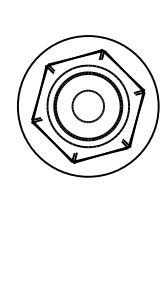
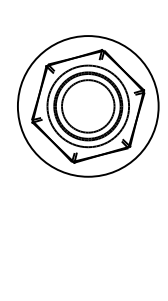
circle at (88, 106) diameter: 32 px -> 53 px
